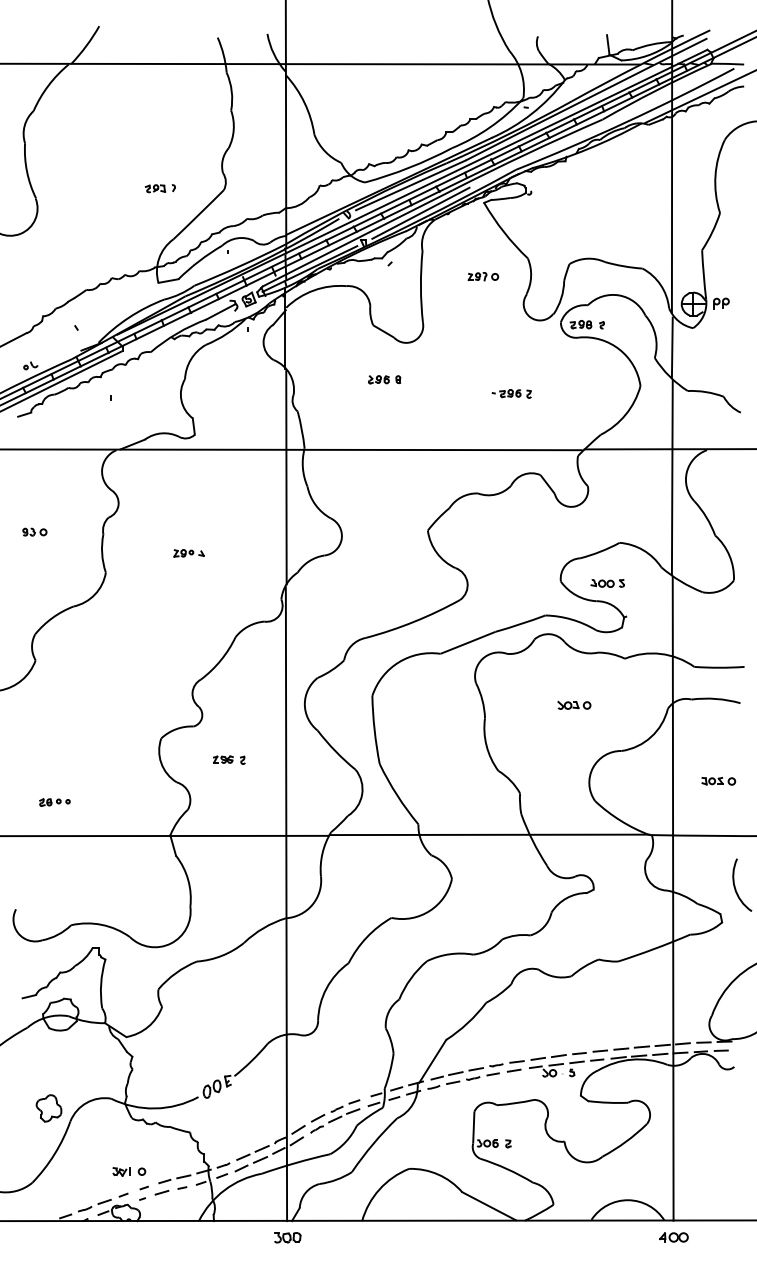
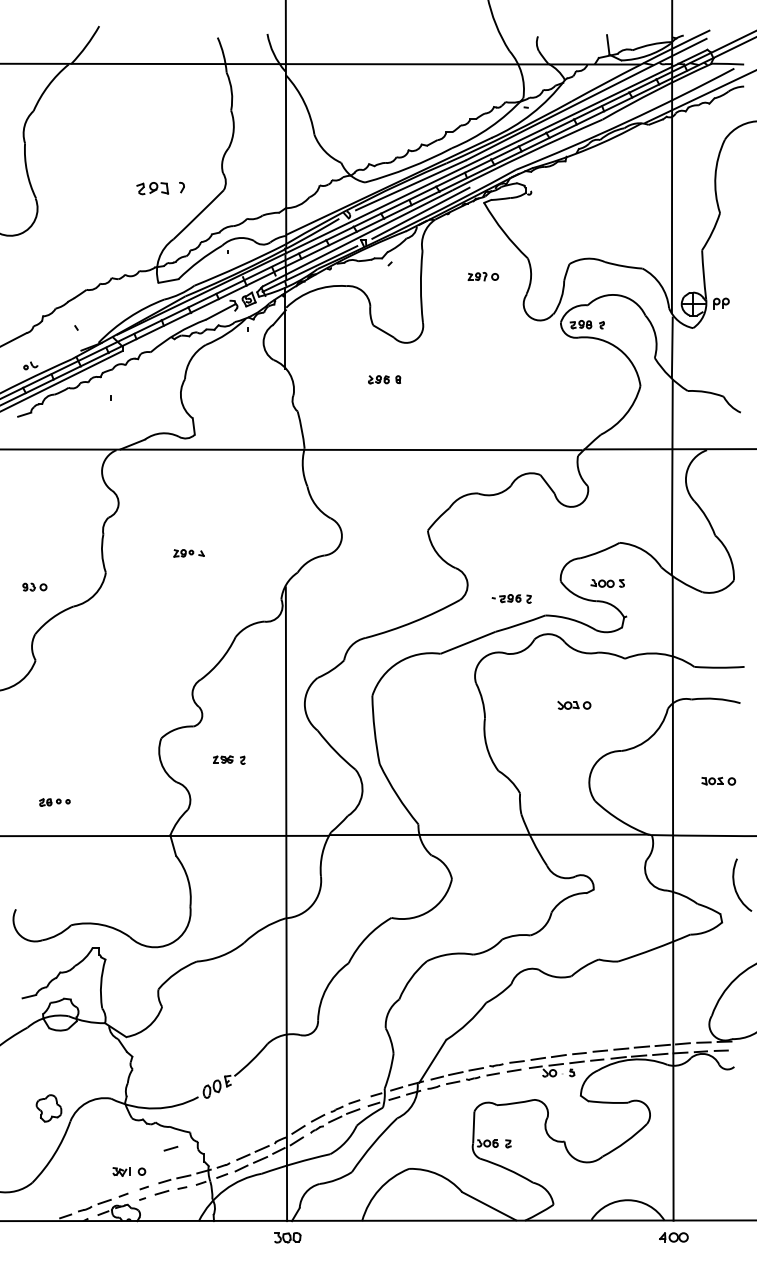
part at (159, 188) size: 32x10 px -> 49x15 px
part at (511, 393) position: (511, 393) -> (511, 598)
line at (286, 477): present -> none
part at (34, 531) position: (34, 531) -> (34, 586)
line at (170, 1148): none -> present
